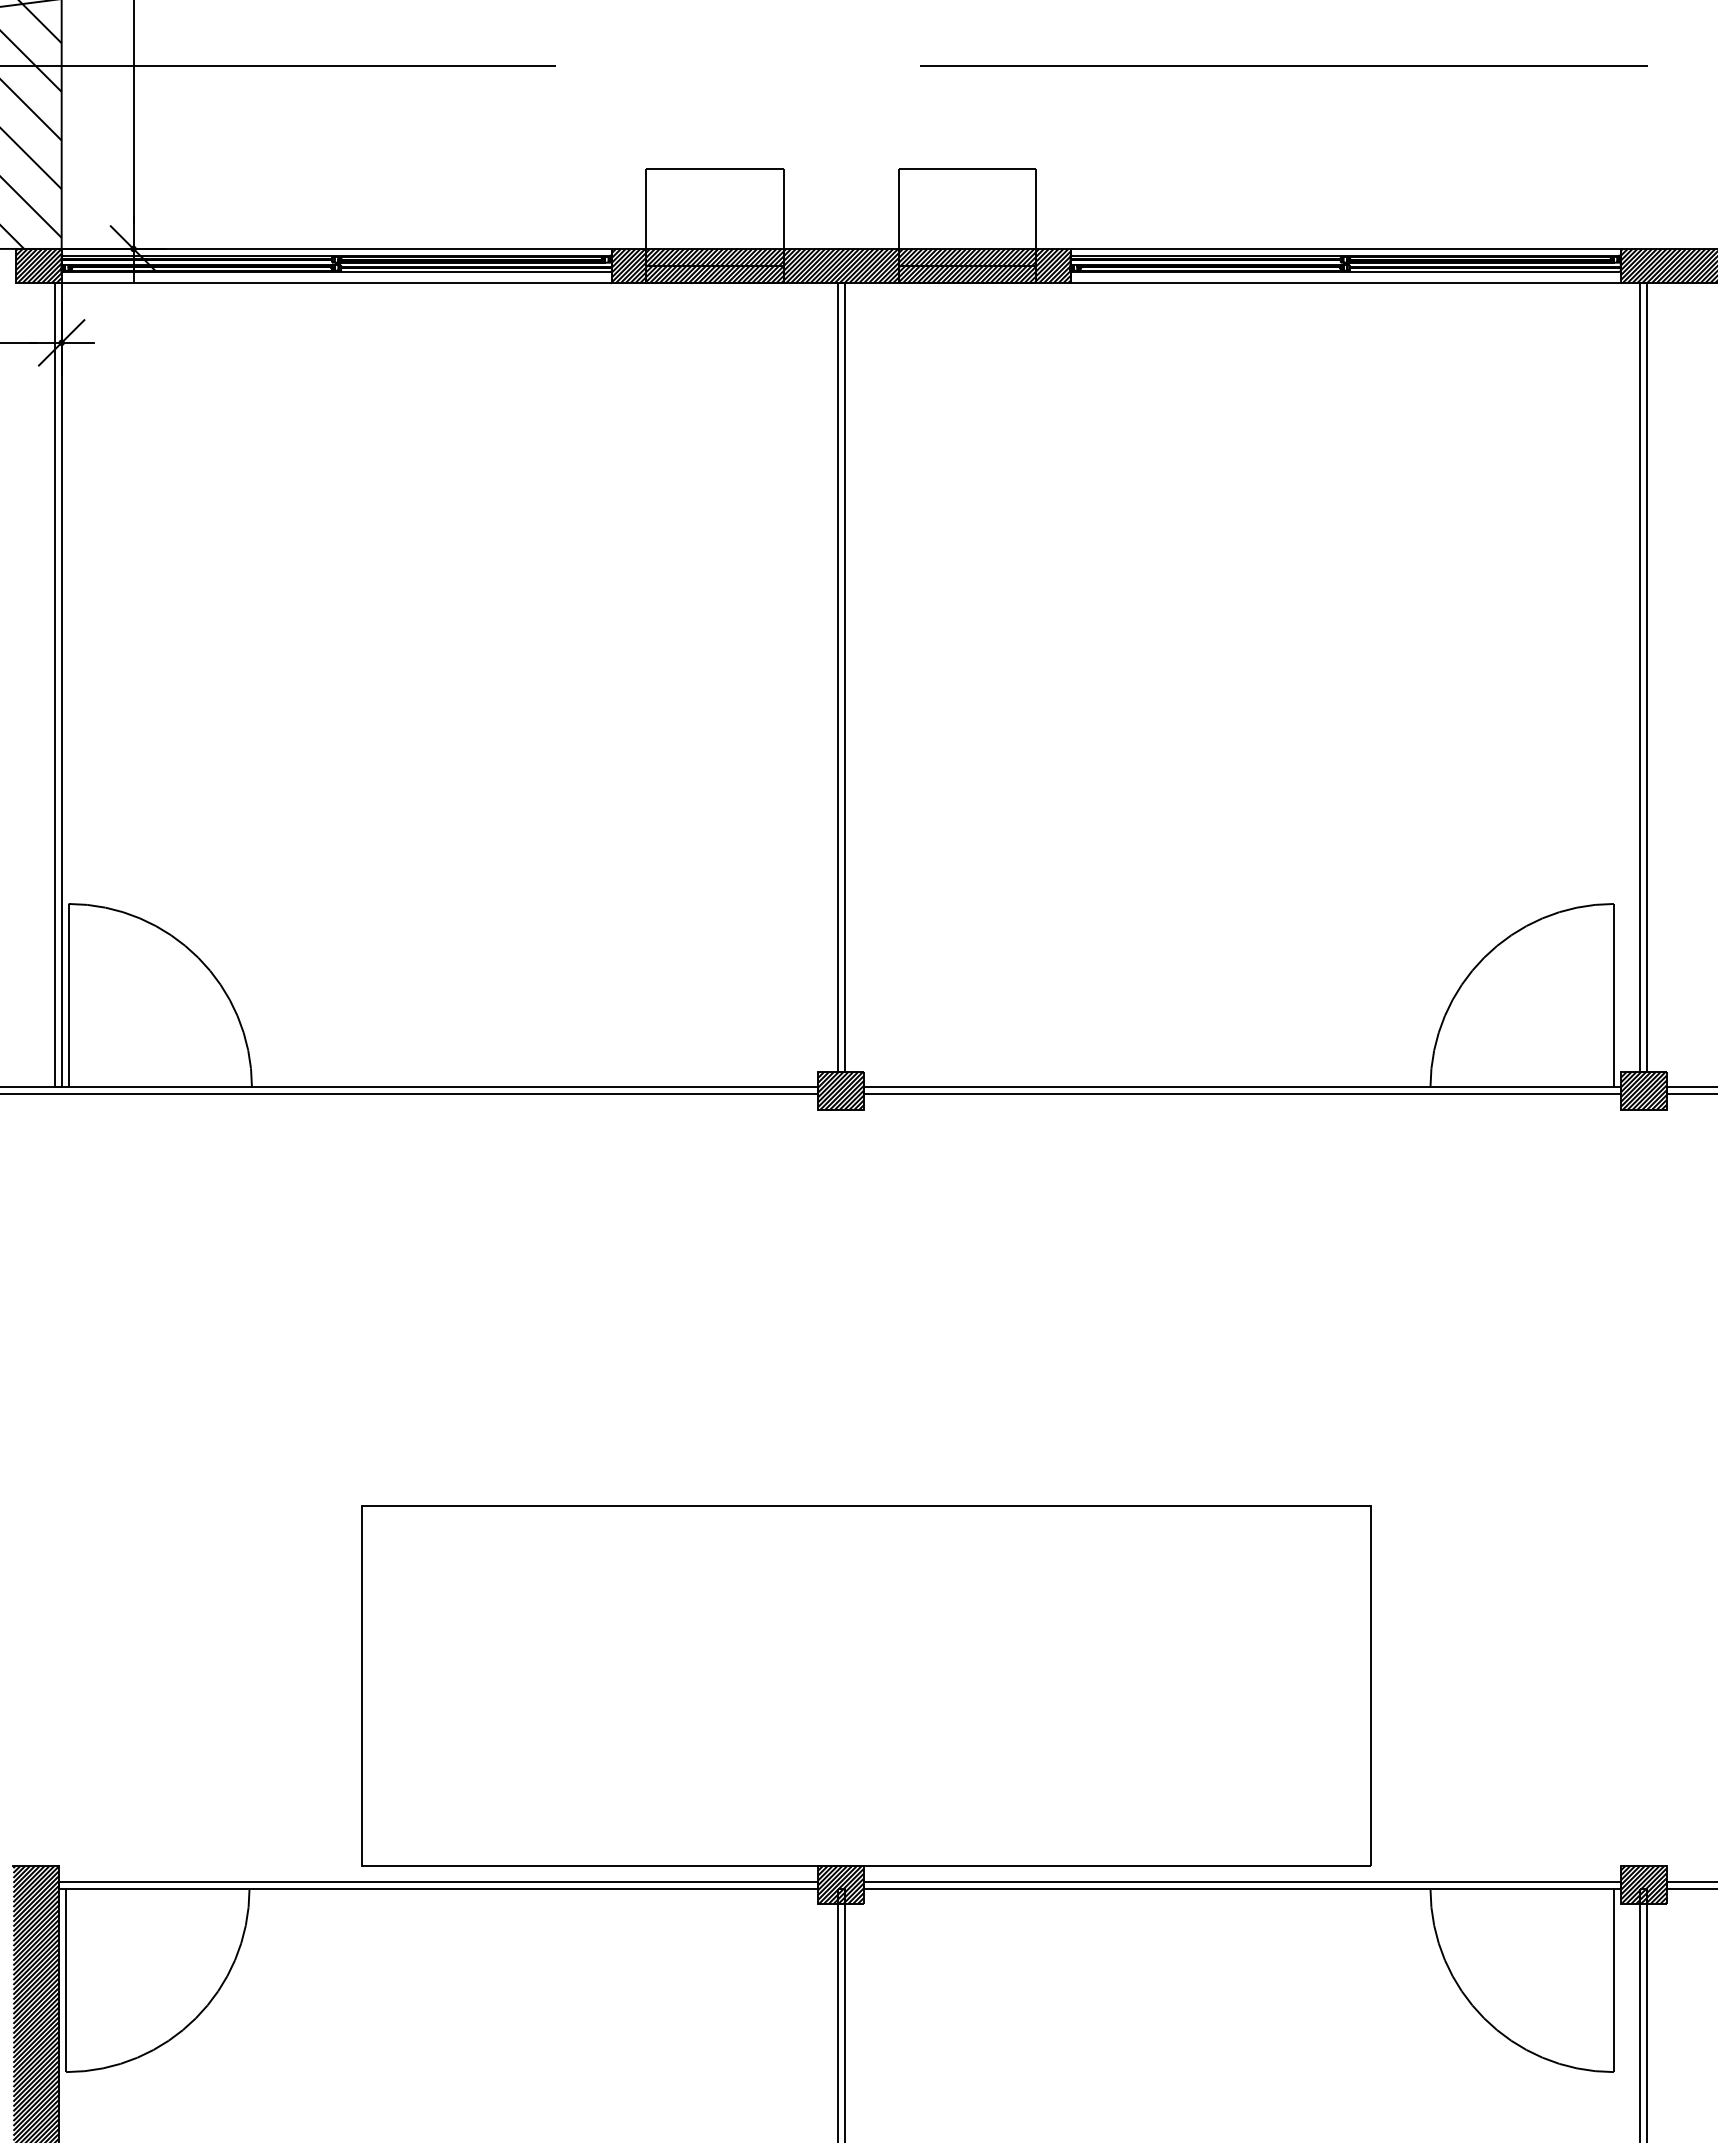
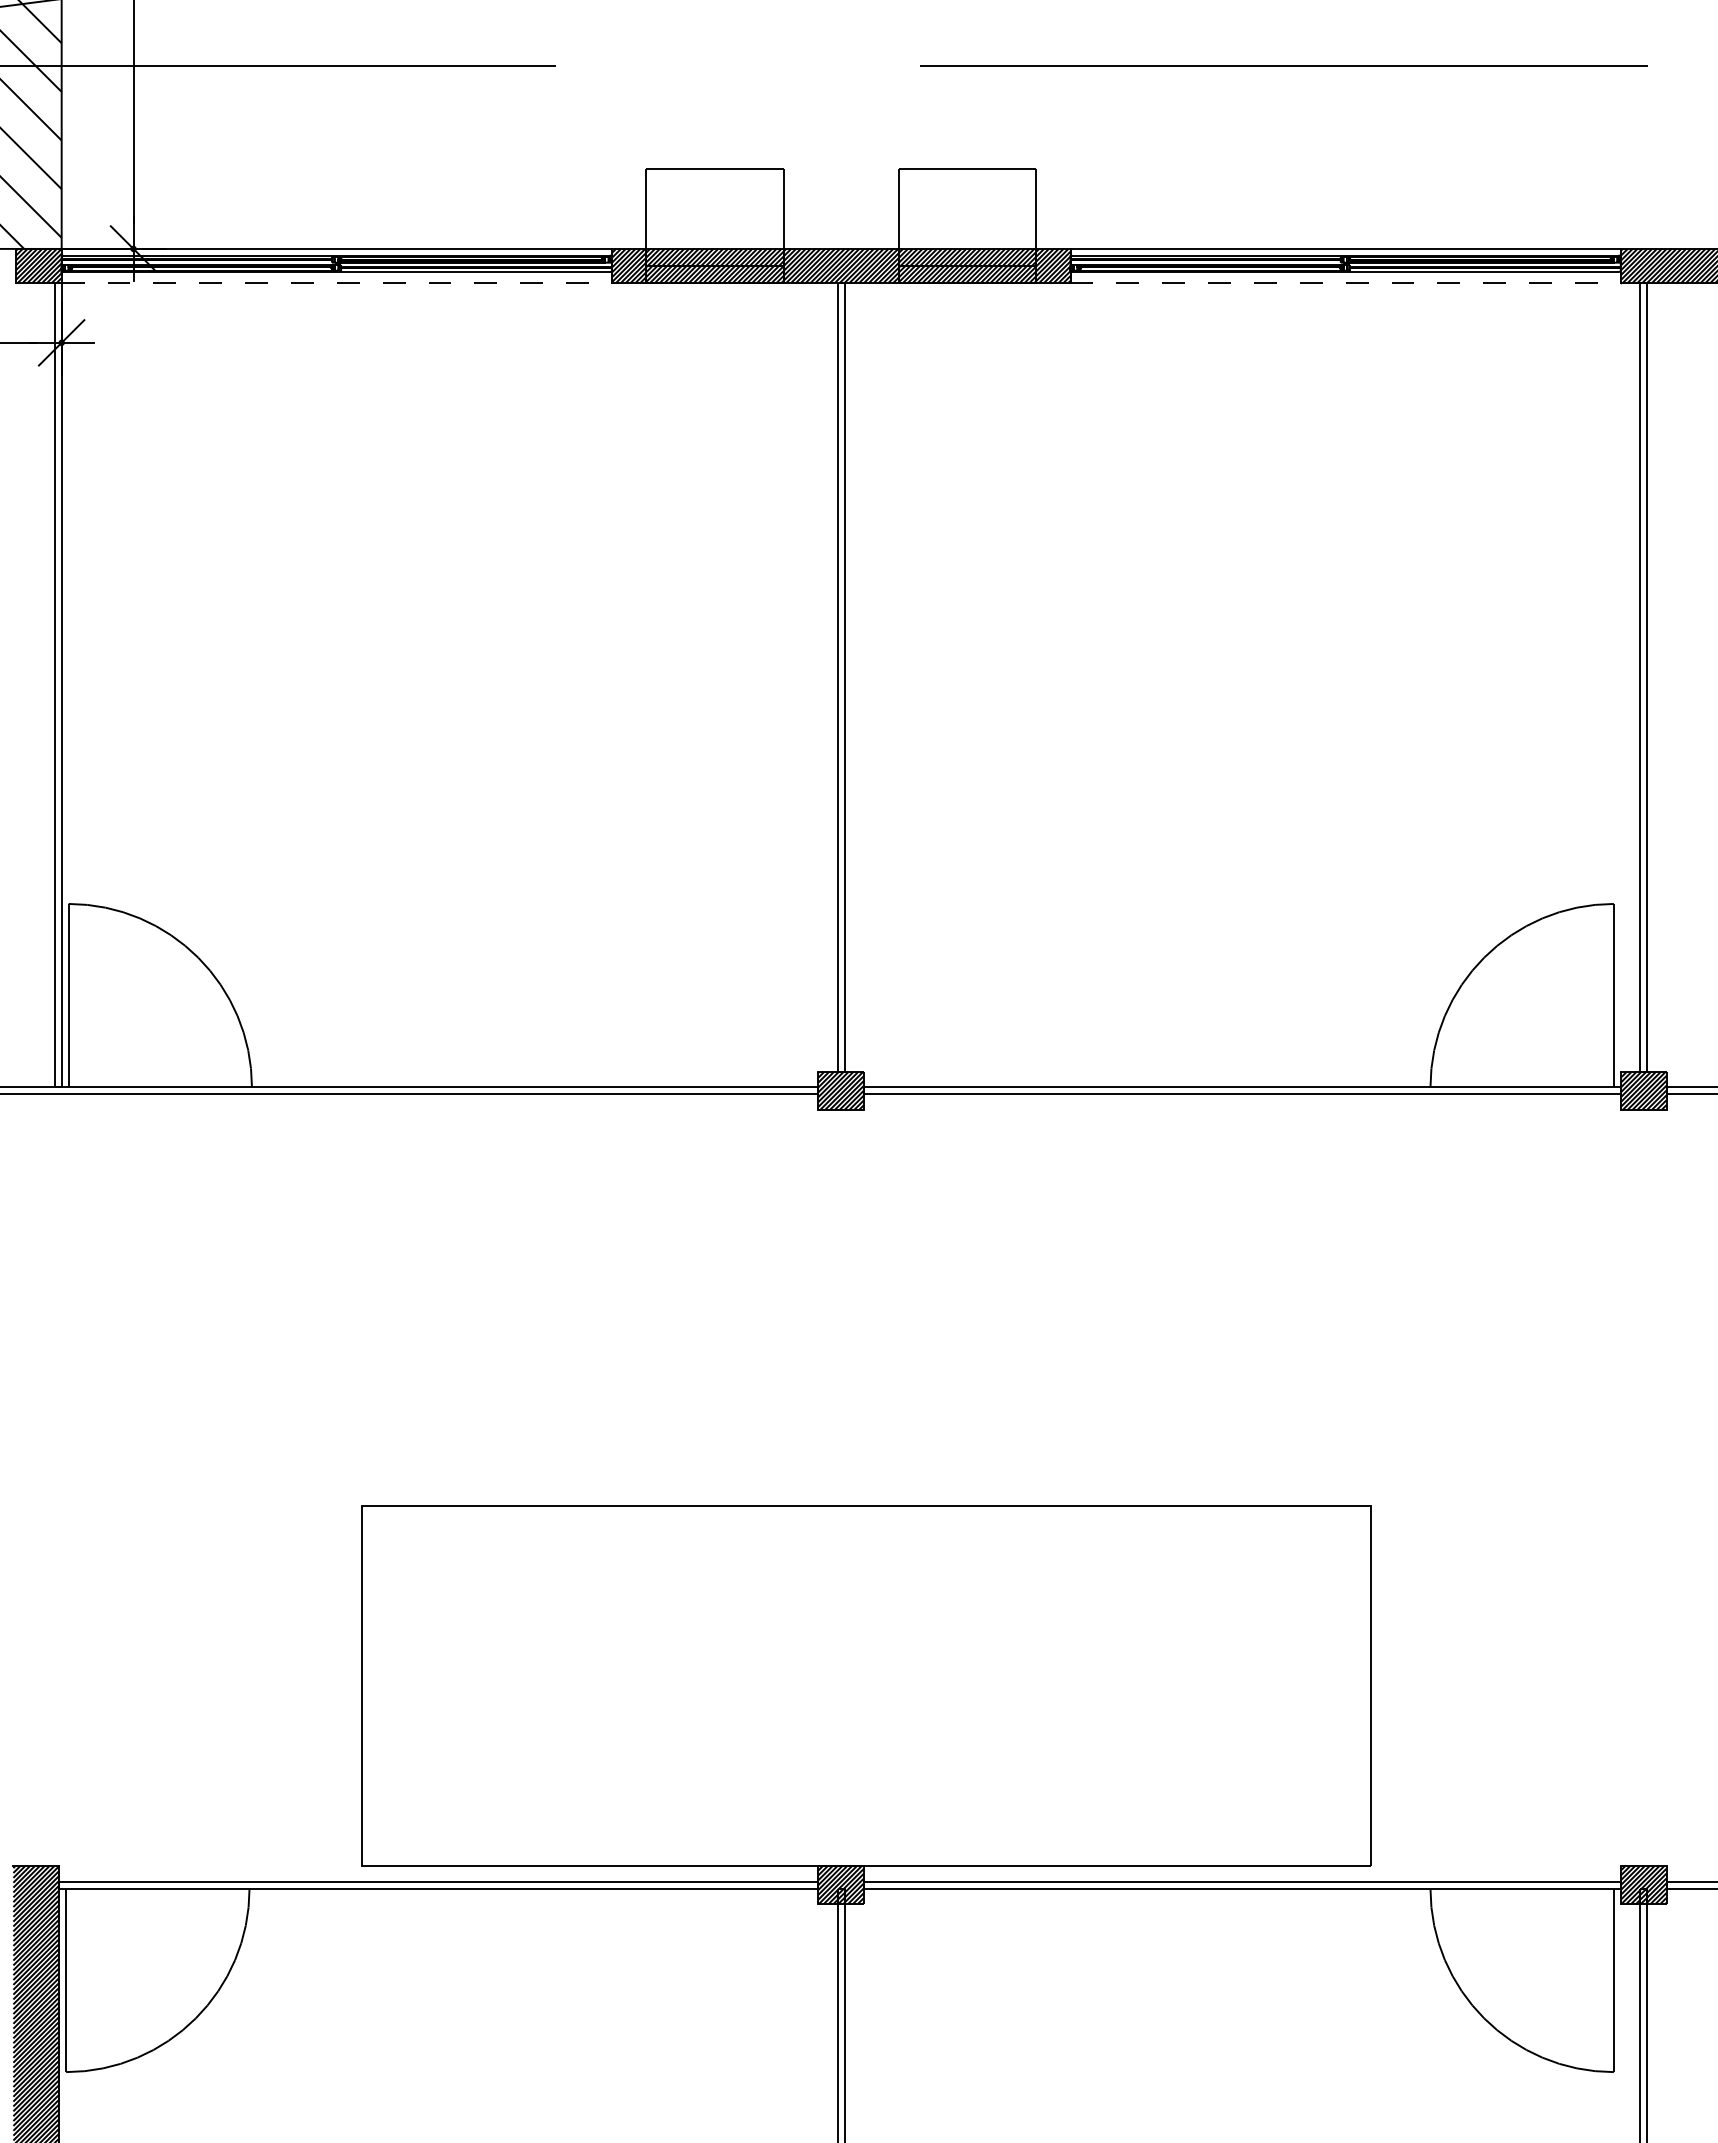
line at (337, 283): solid -> dashed
line at (1346, 283): solid -> dashed
